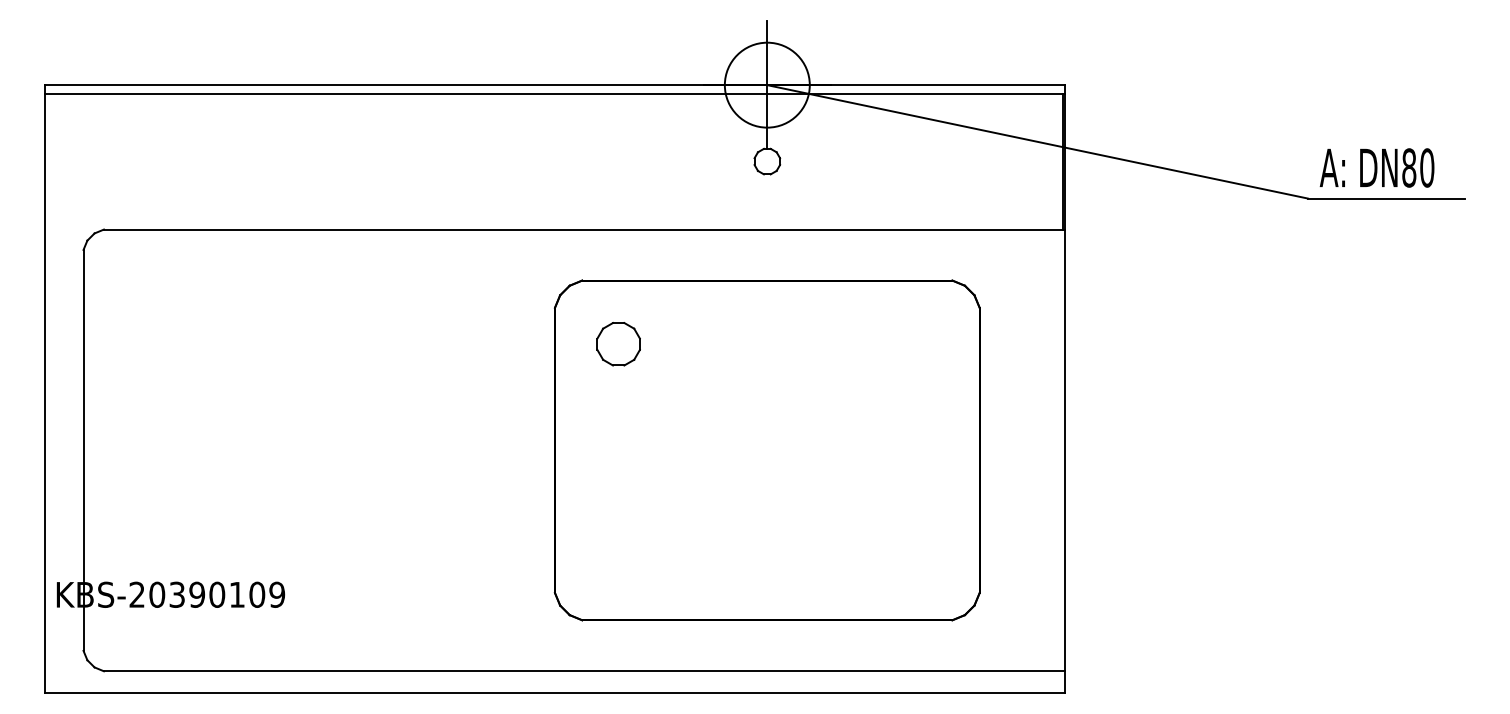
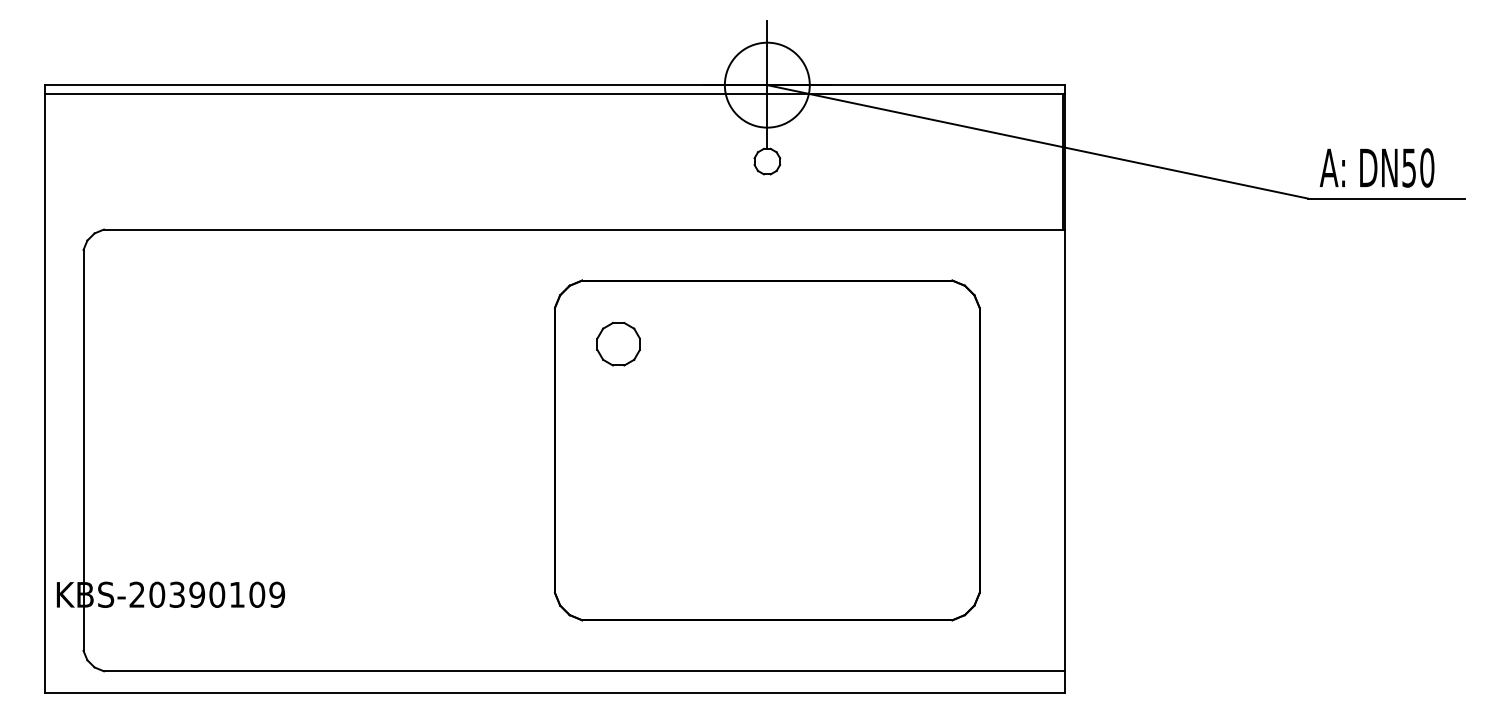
text at (1409, 167): DN80 -> DN50
